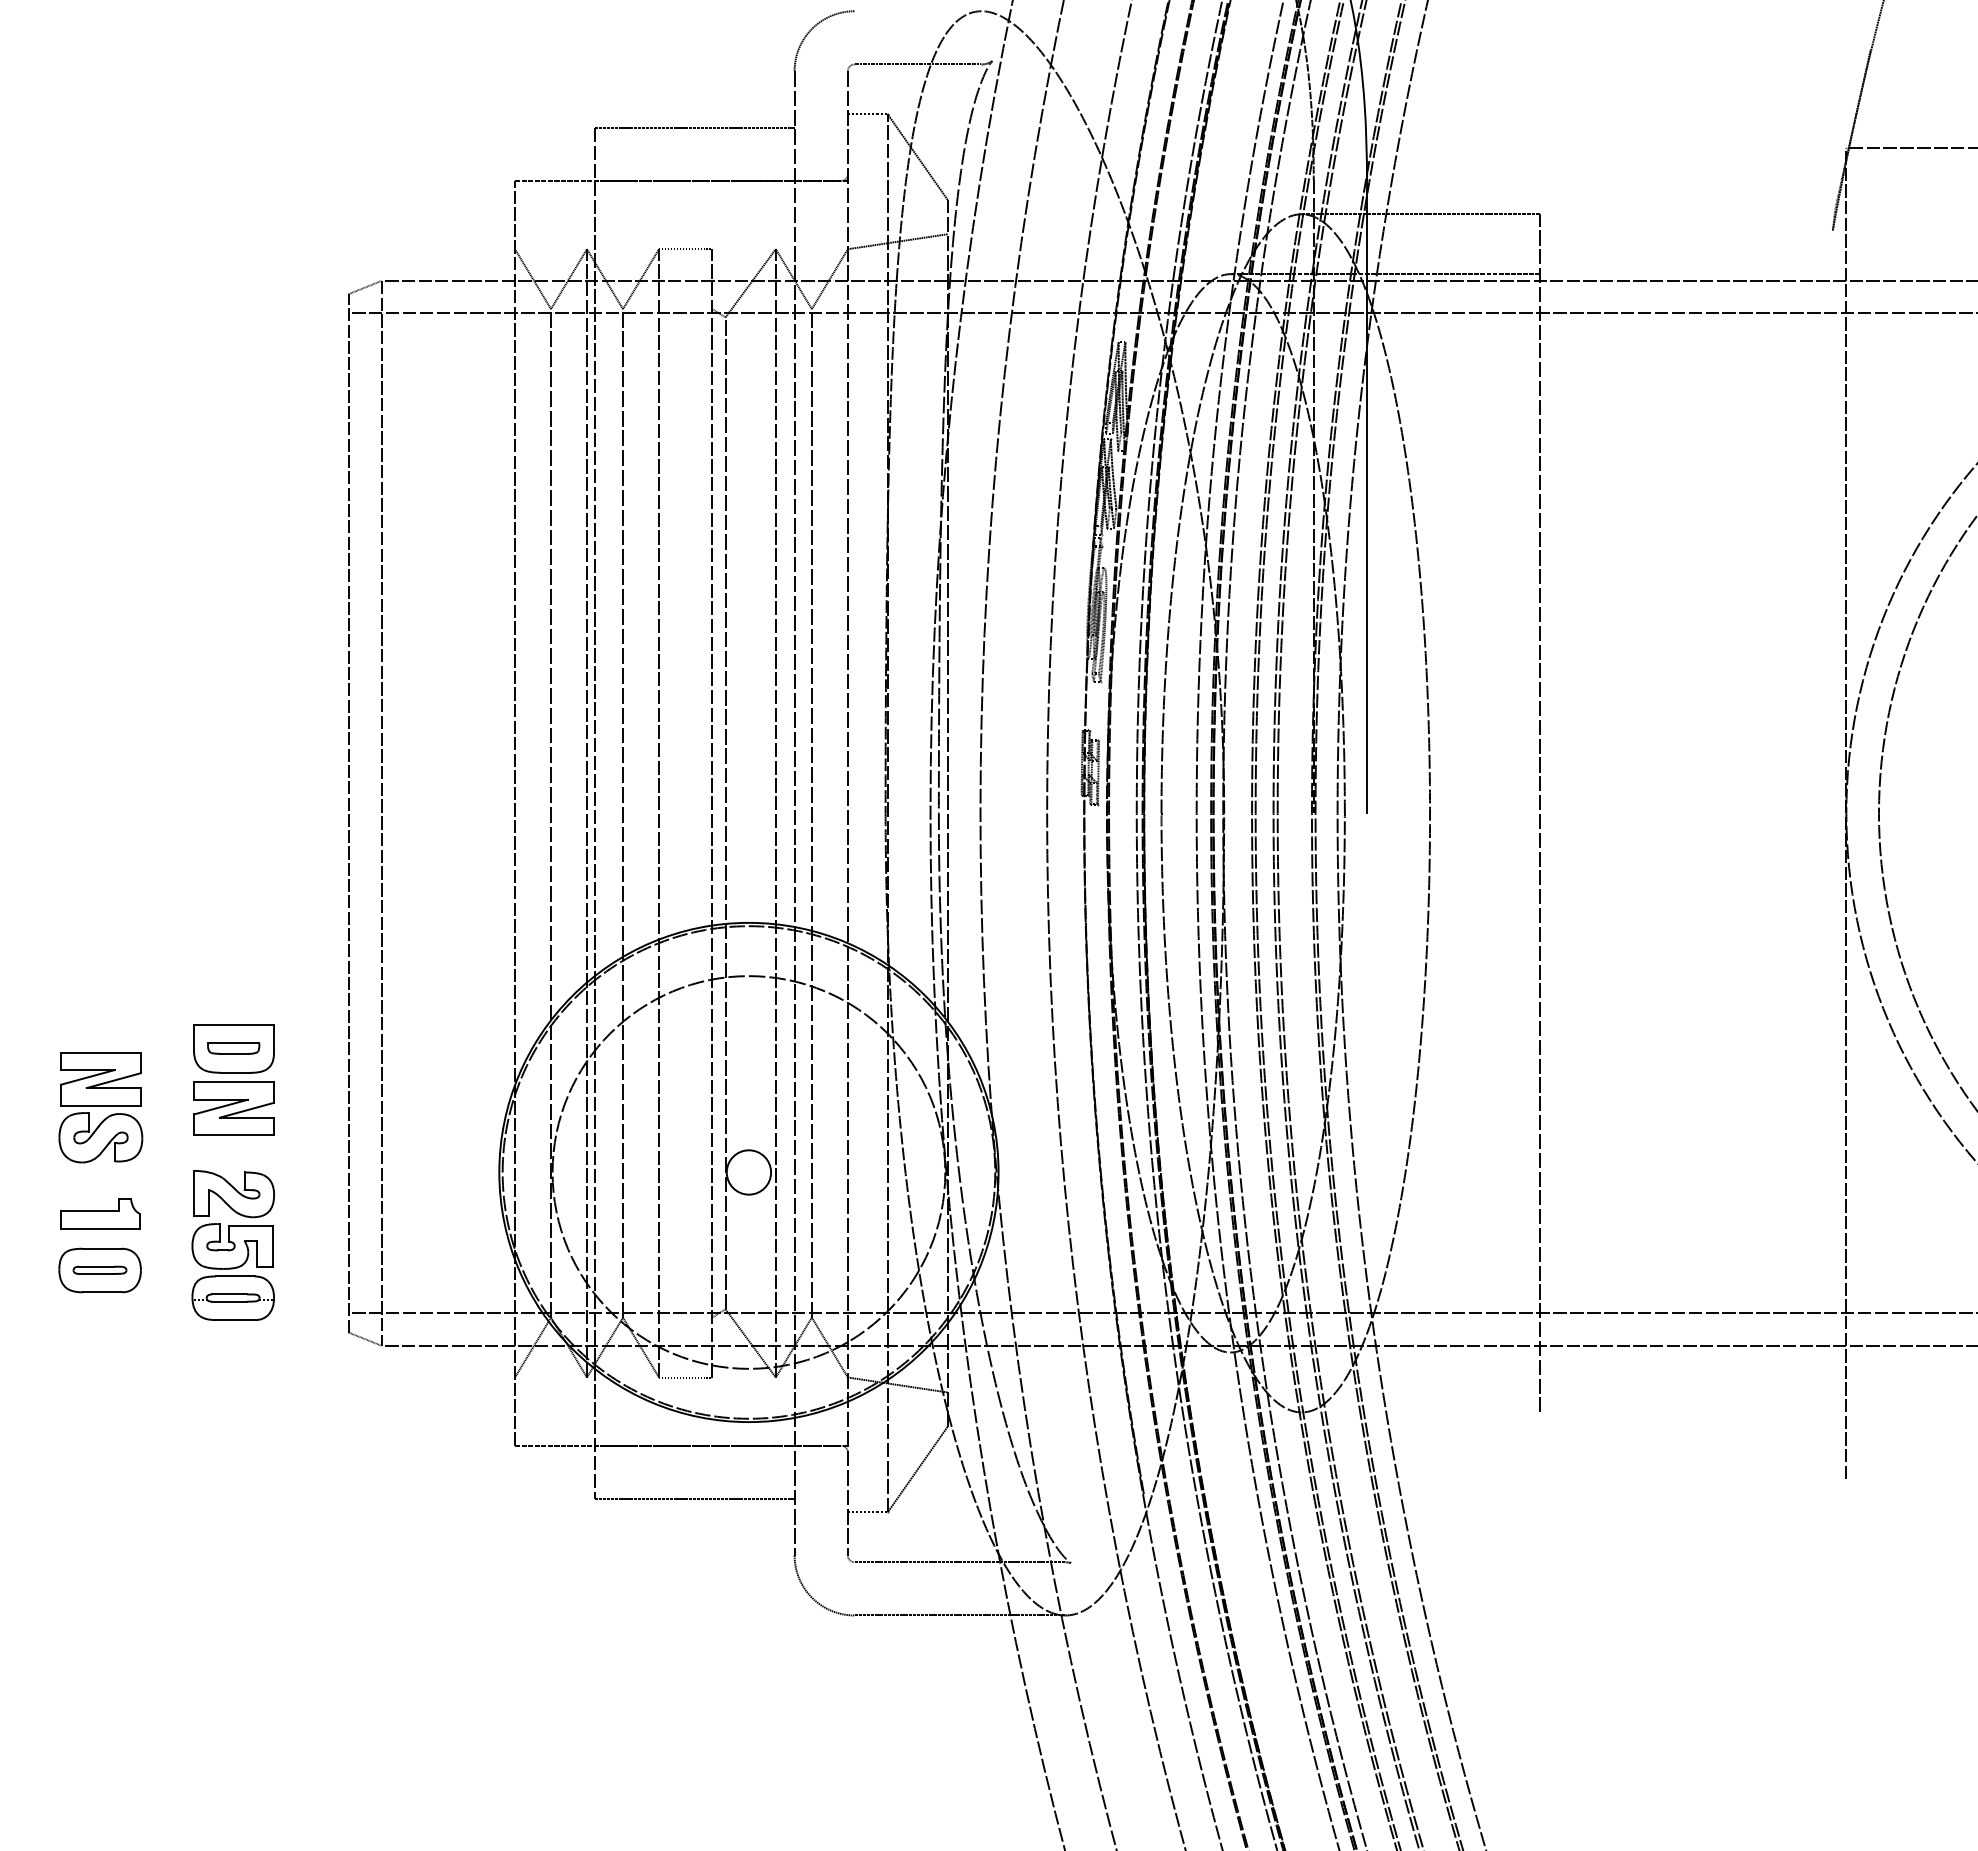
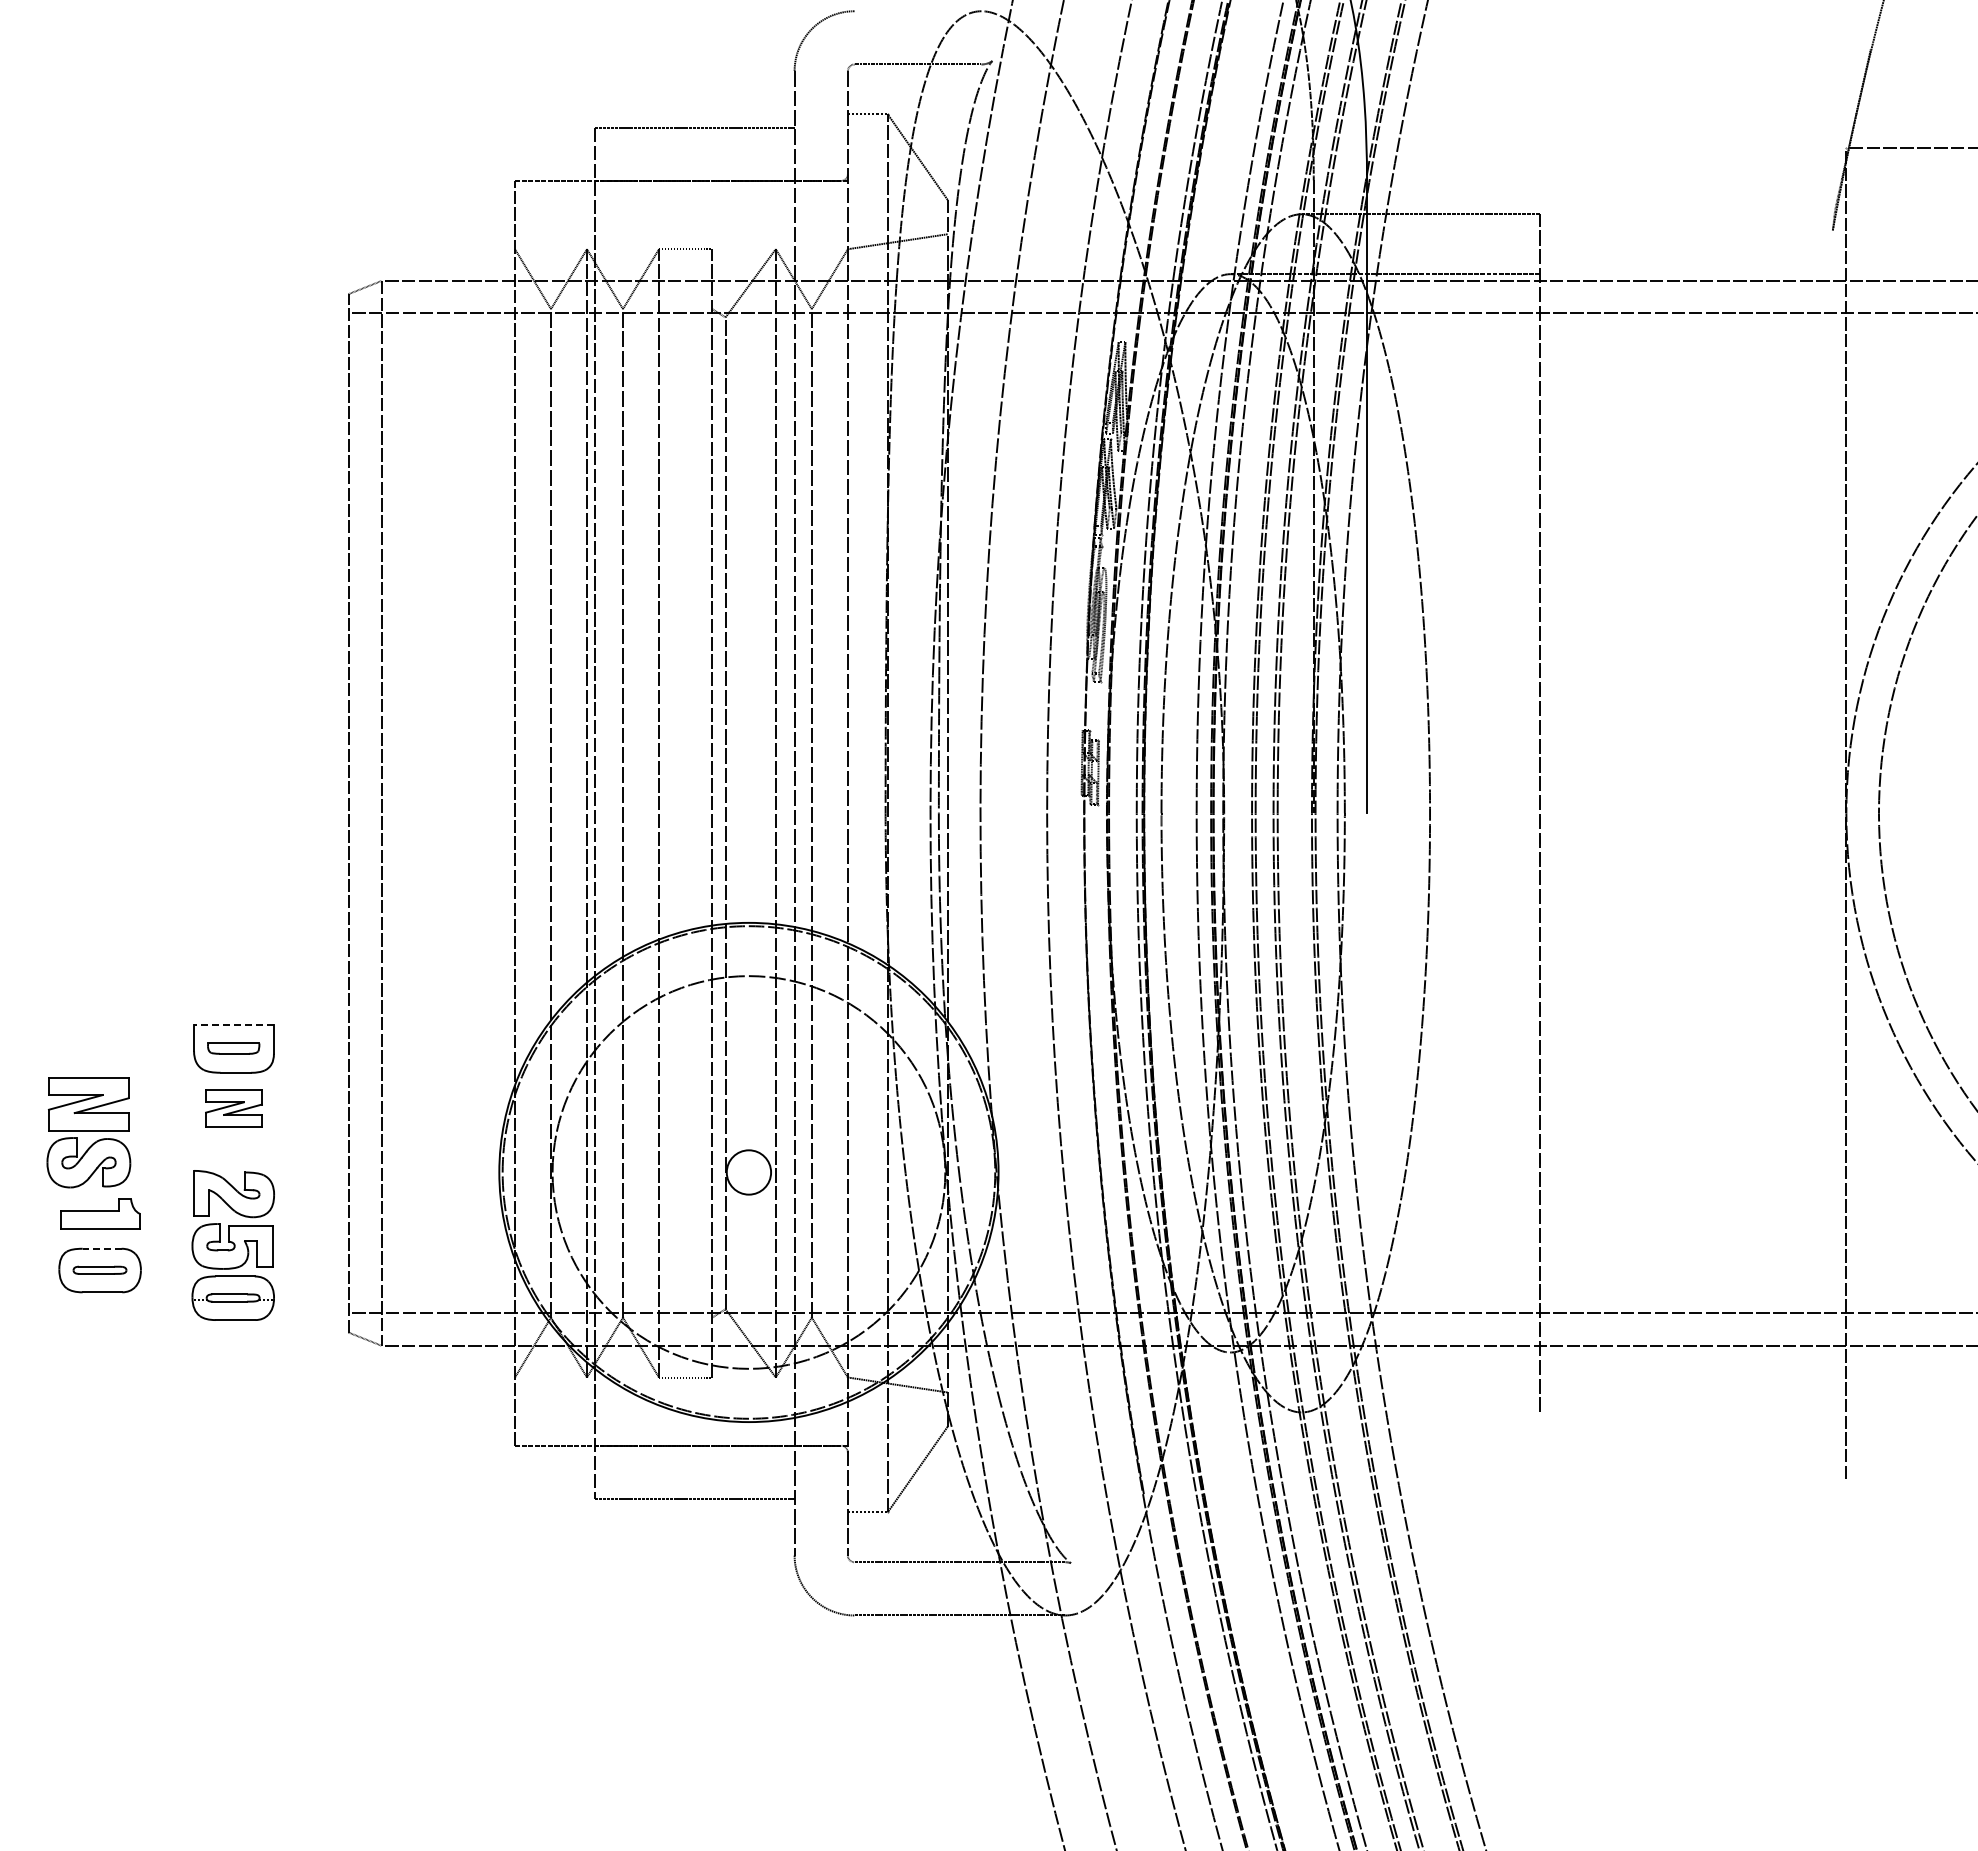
line at (234, 1024): solid -> dashed
part at (100, 1107) position: (100, 1107) -> (88, 1132)
part at (233, 1108) size: 82x55 px -> 58x39 px
line at (101, 1248): solid -> dashed
